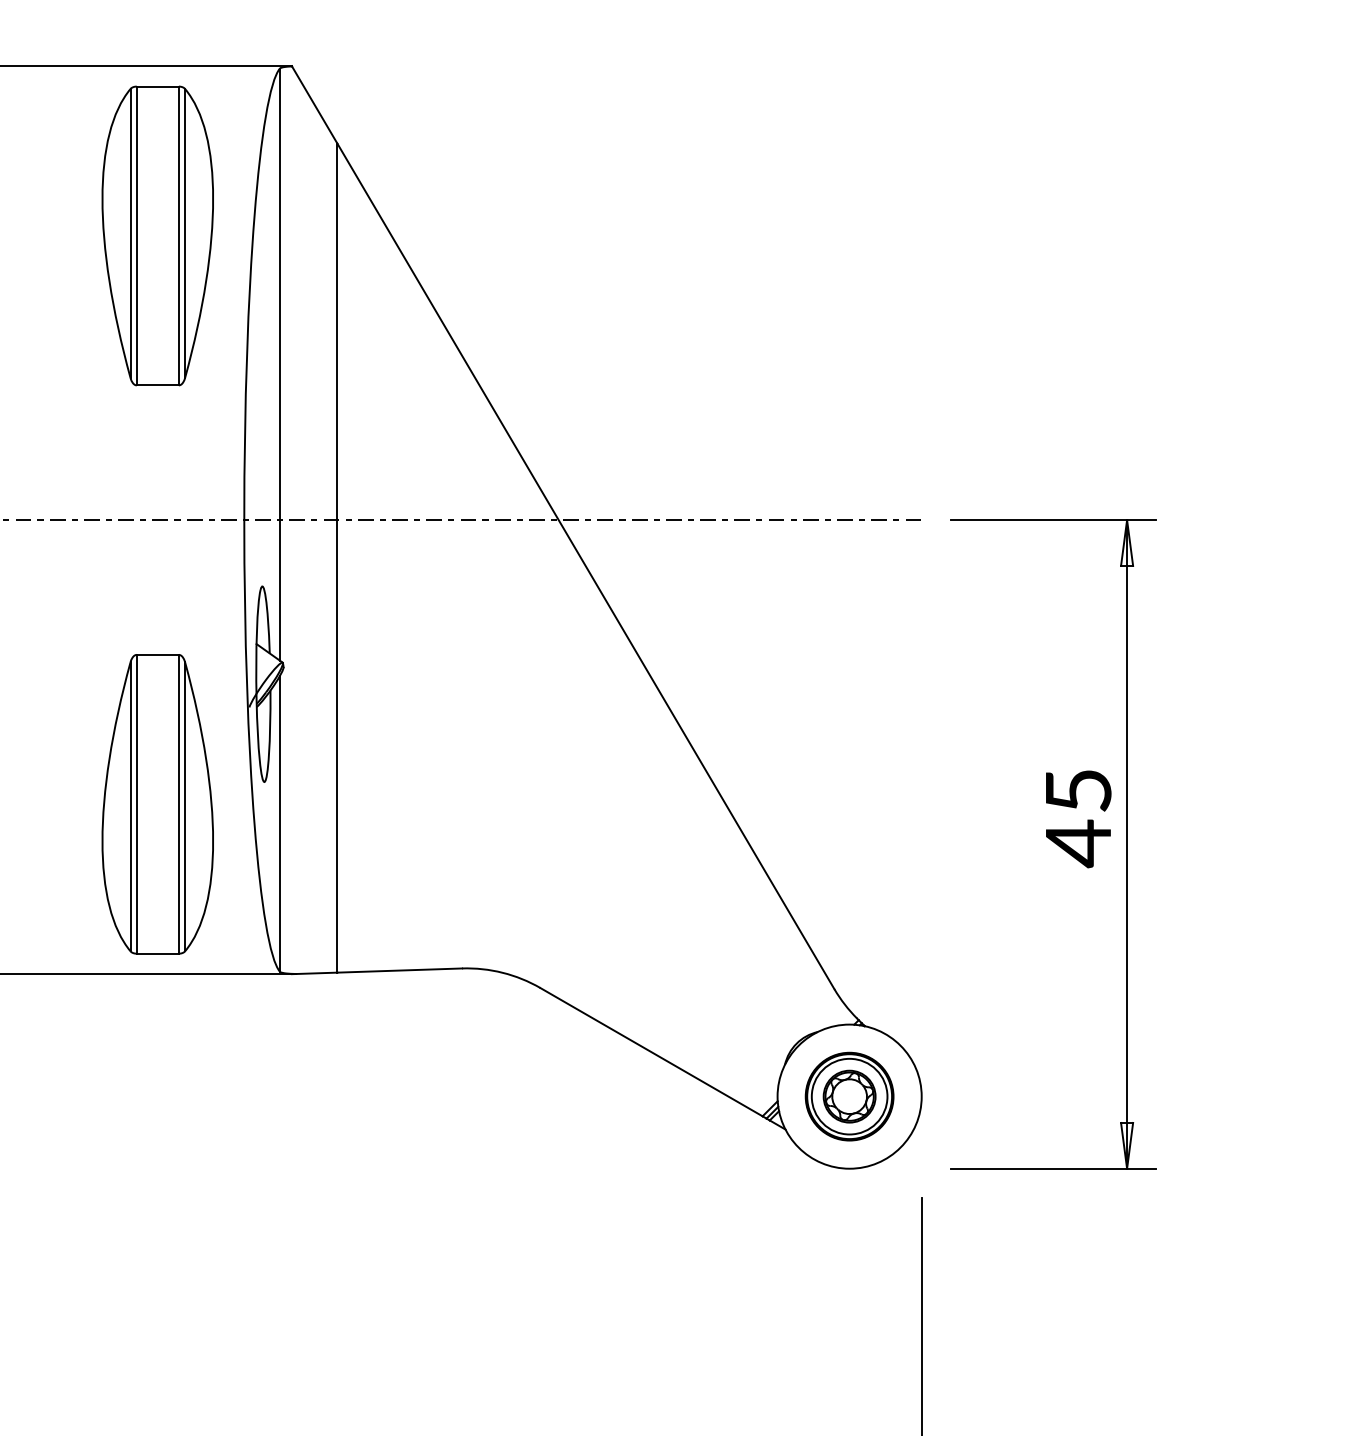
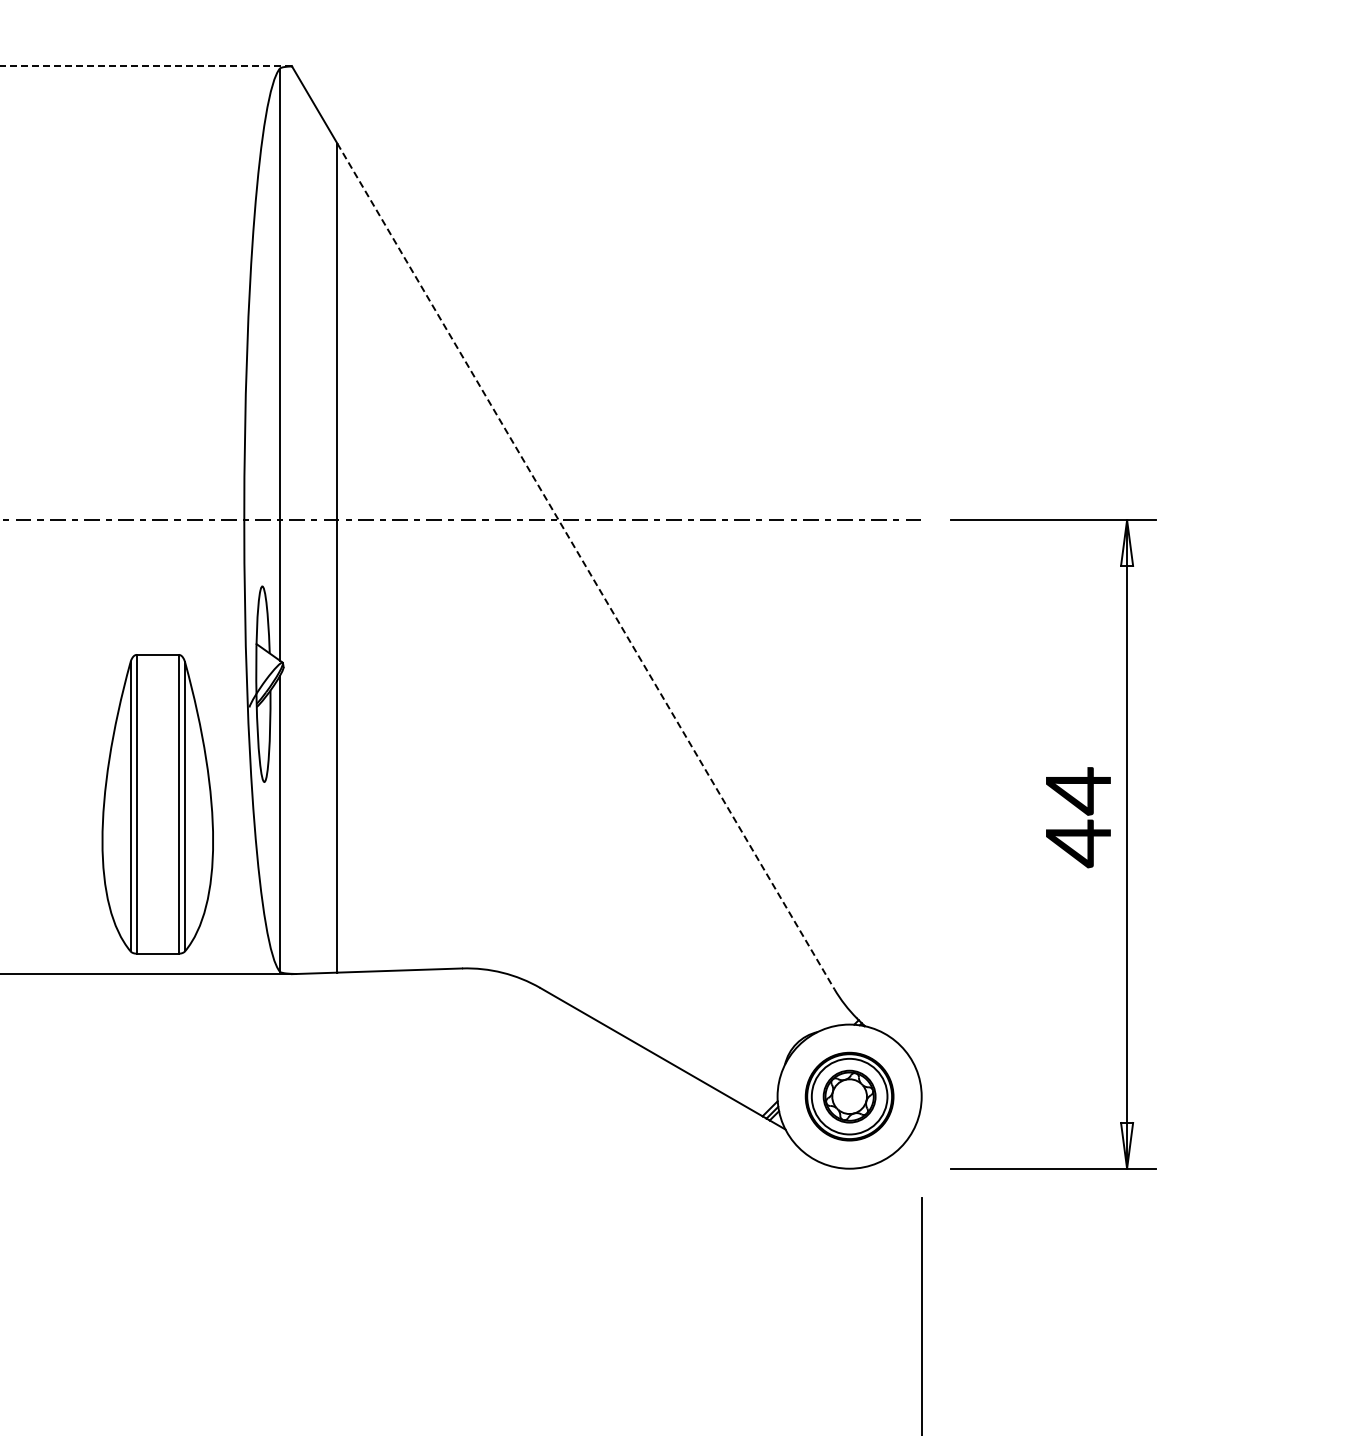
line at (146, 66): solid -> dashed
part at (157, 235): present -> none
line at (586, 566): solid -> dashed
text at (1078, 791): 45 -> 44
